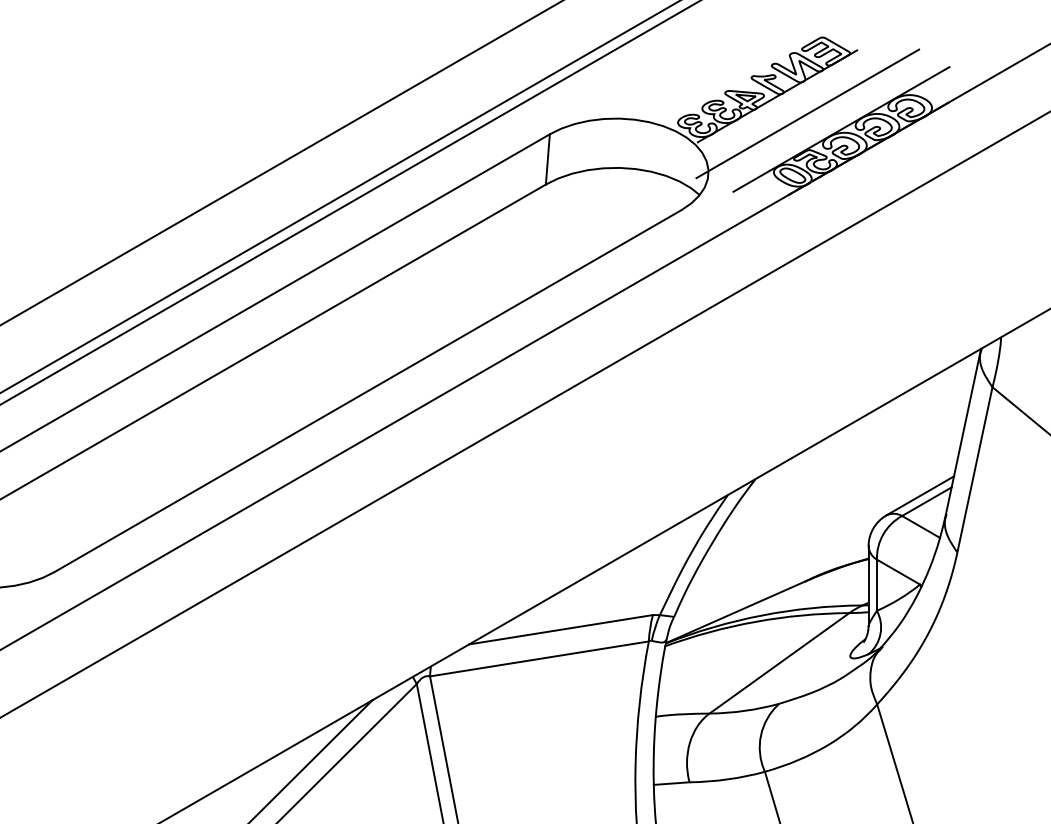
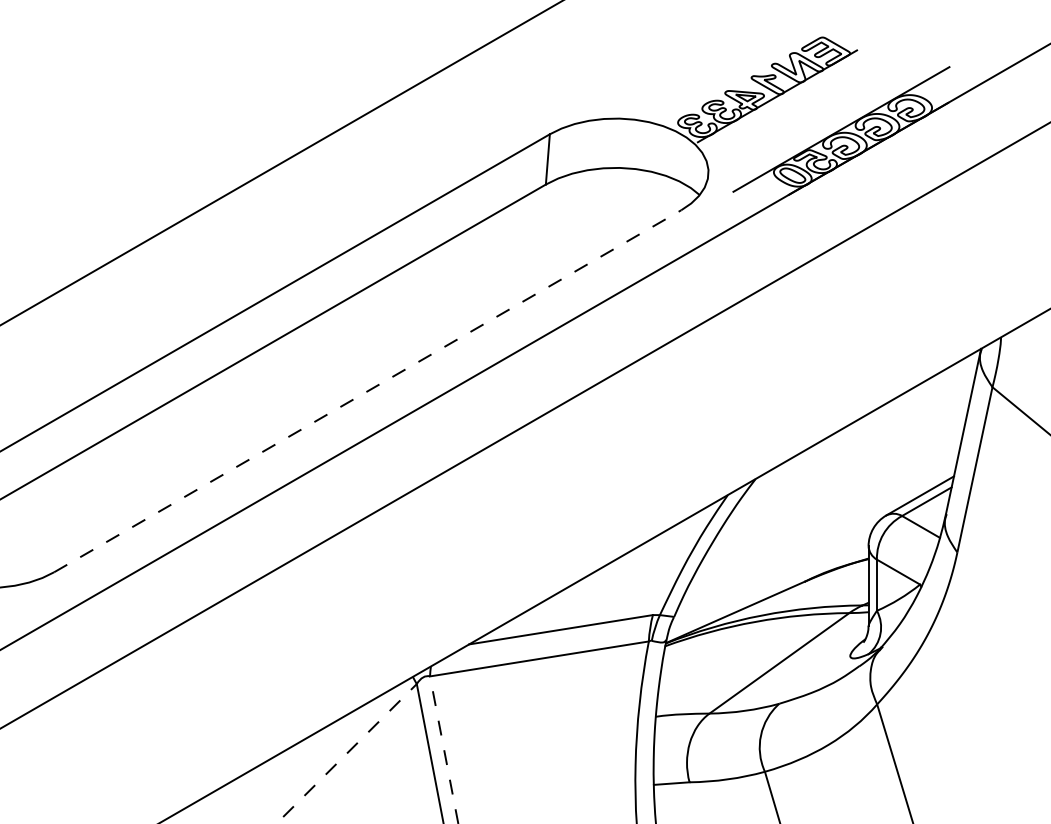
line at (807, 113): present -> none
line at (339, 197): present -> none
line at (349, 202): present -> none
line at (368, 390): solid -> dashed
line at (524, 414) position: (524, 414) -> (524, 425)
line at (444, 749): solid -> dashed
line at (346, 753): solid -> dashed
line at (311, 760): present -> none
